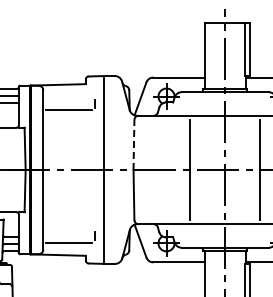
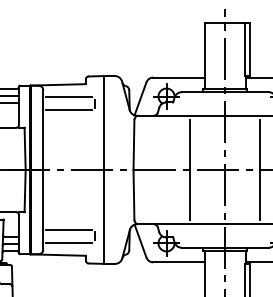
line at (69, 97): none -> present
line at (133, 145): dashed -> solid
line at (69, 229): none -> present
